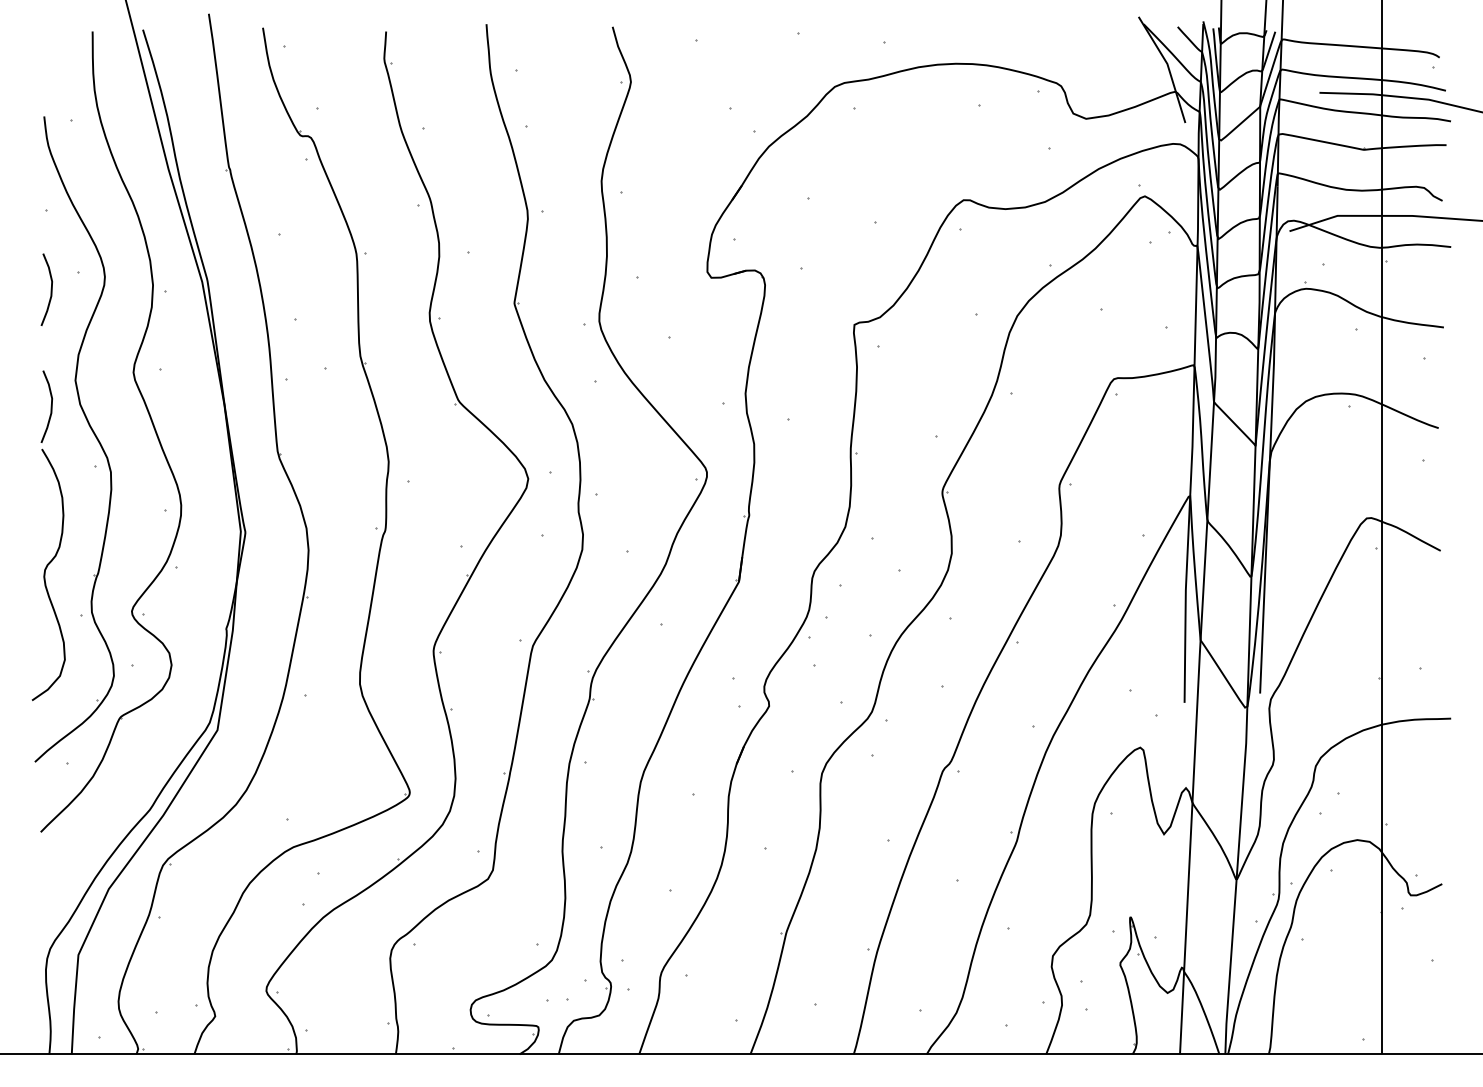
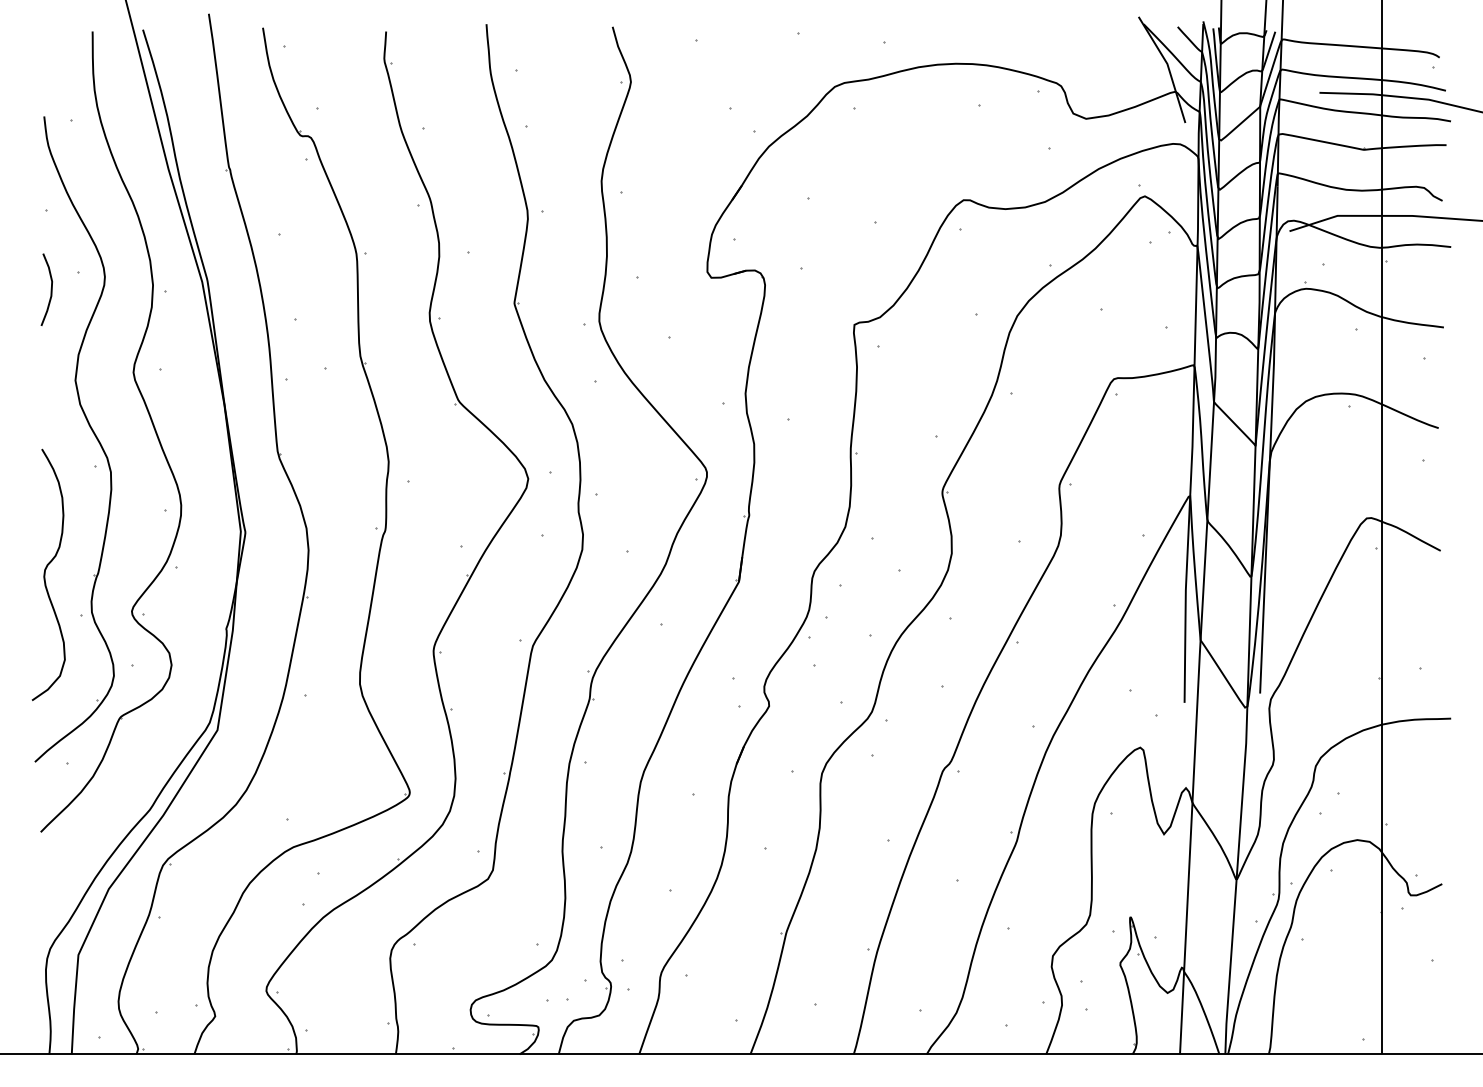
curve at (50, 406): present -> none
